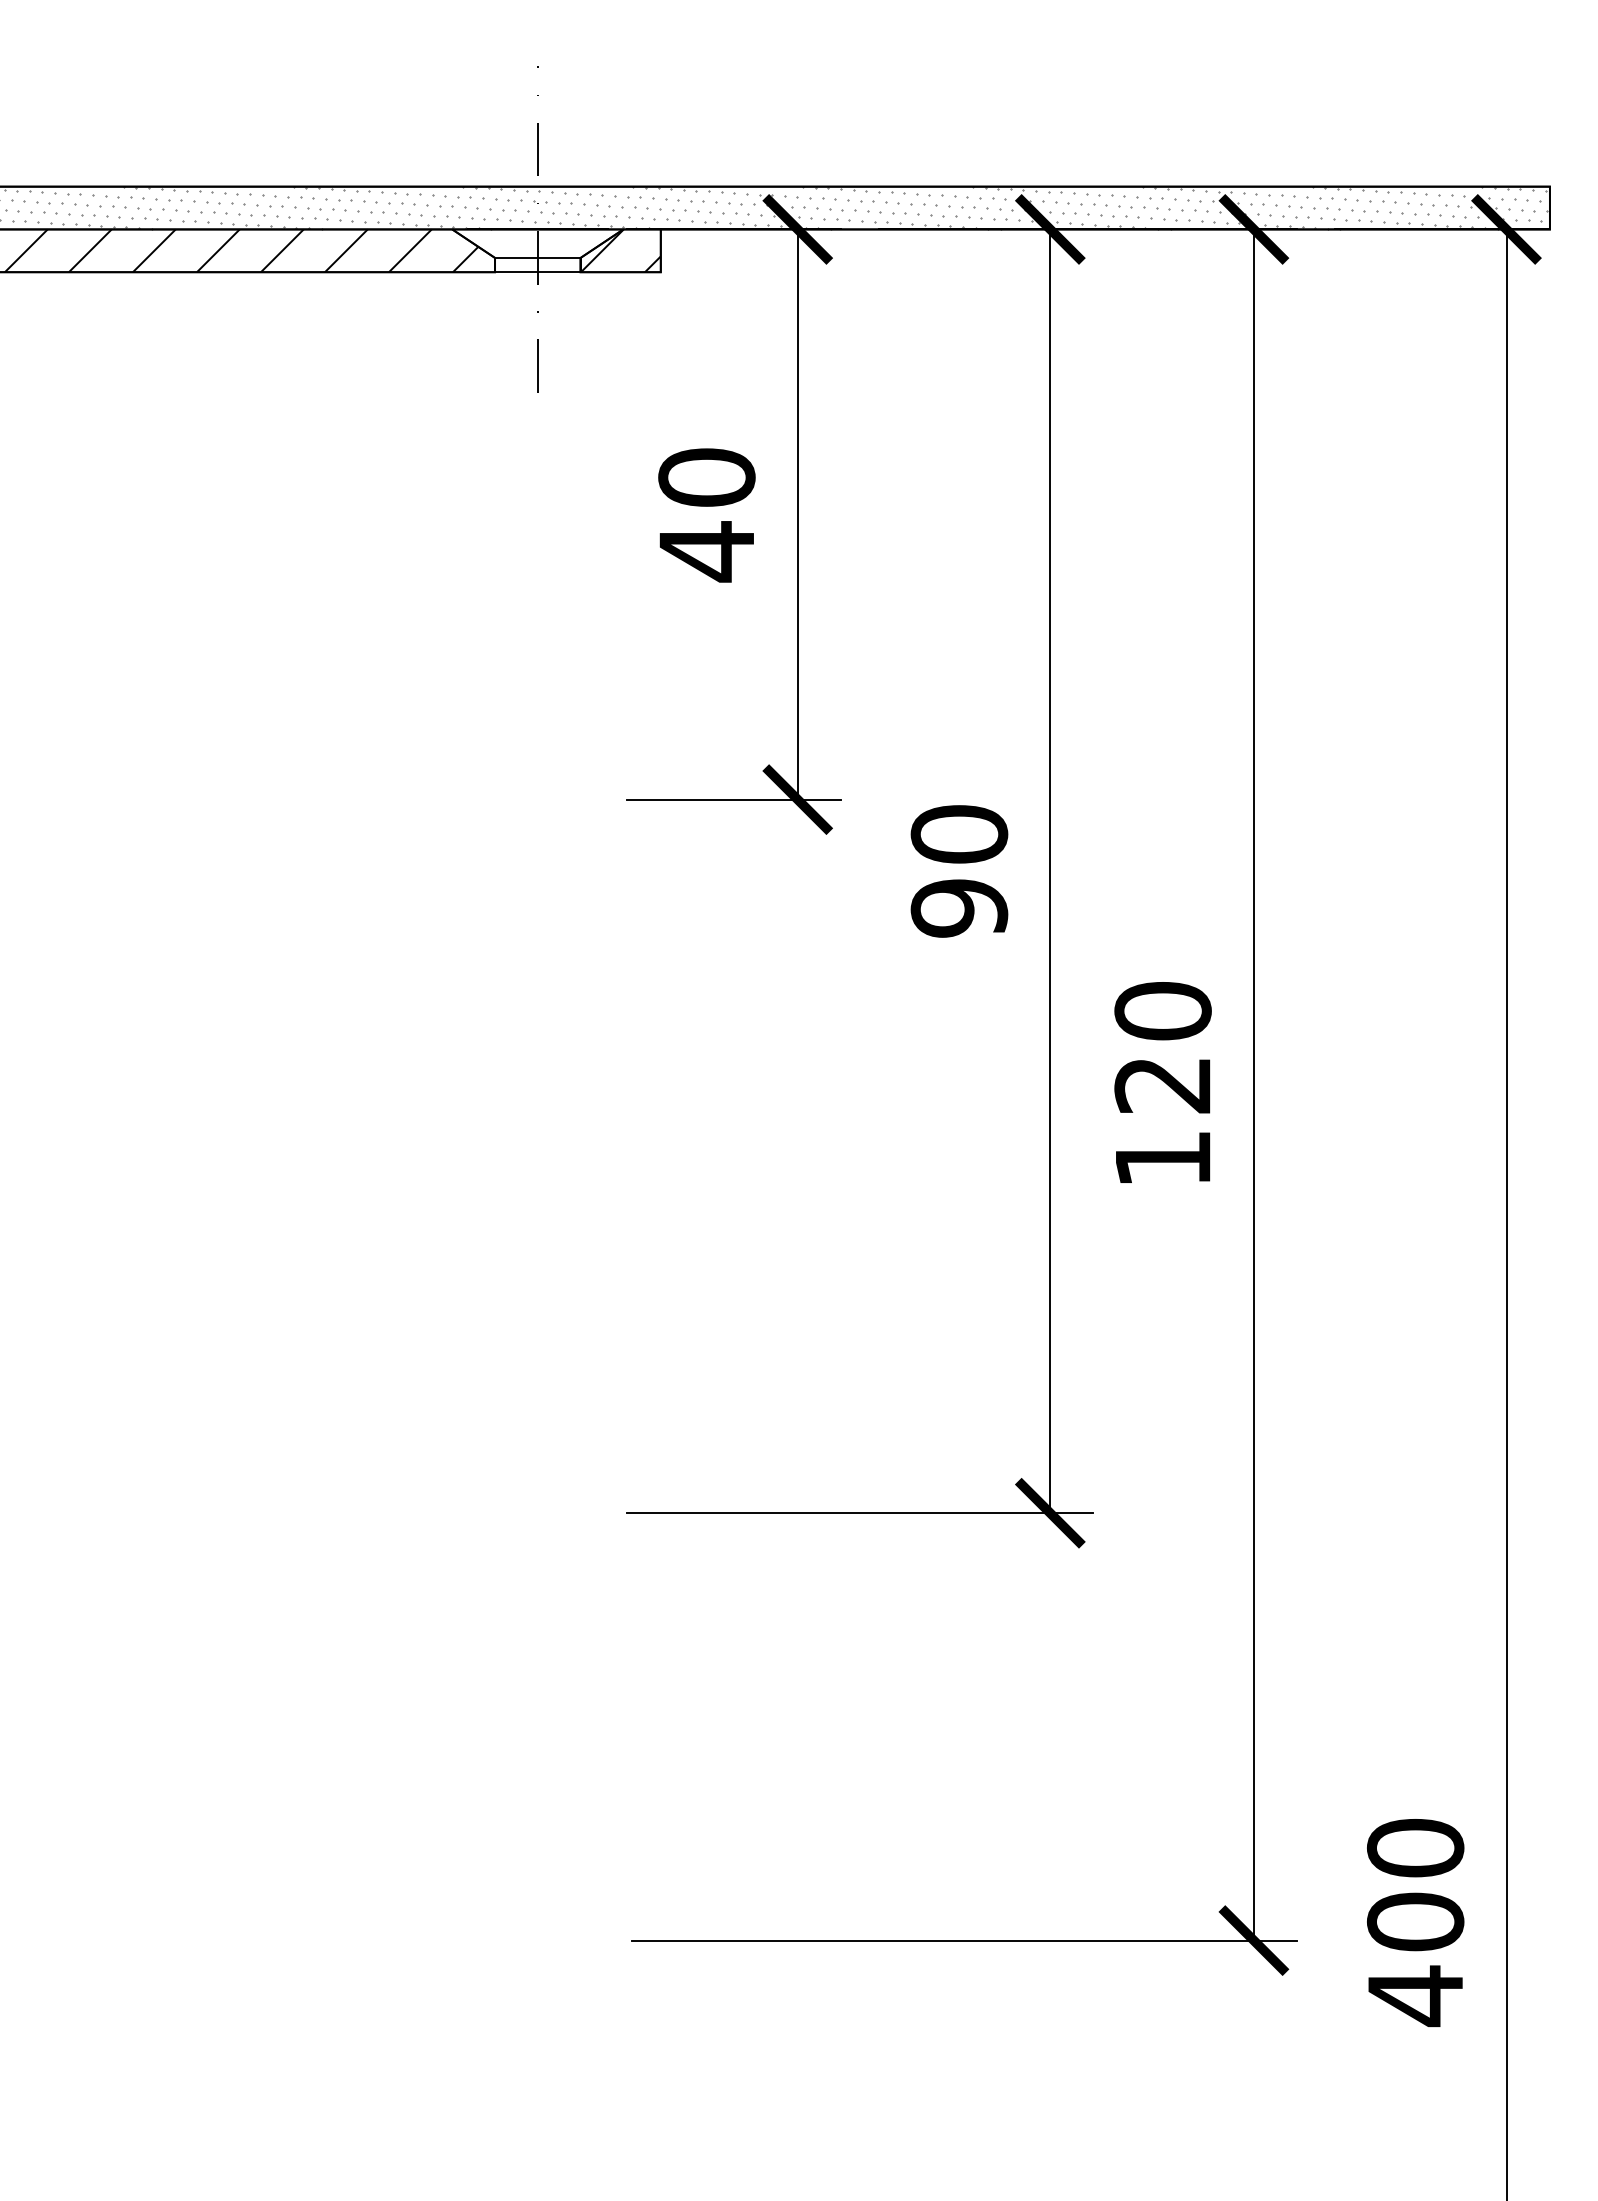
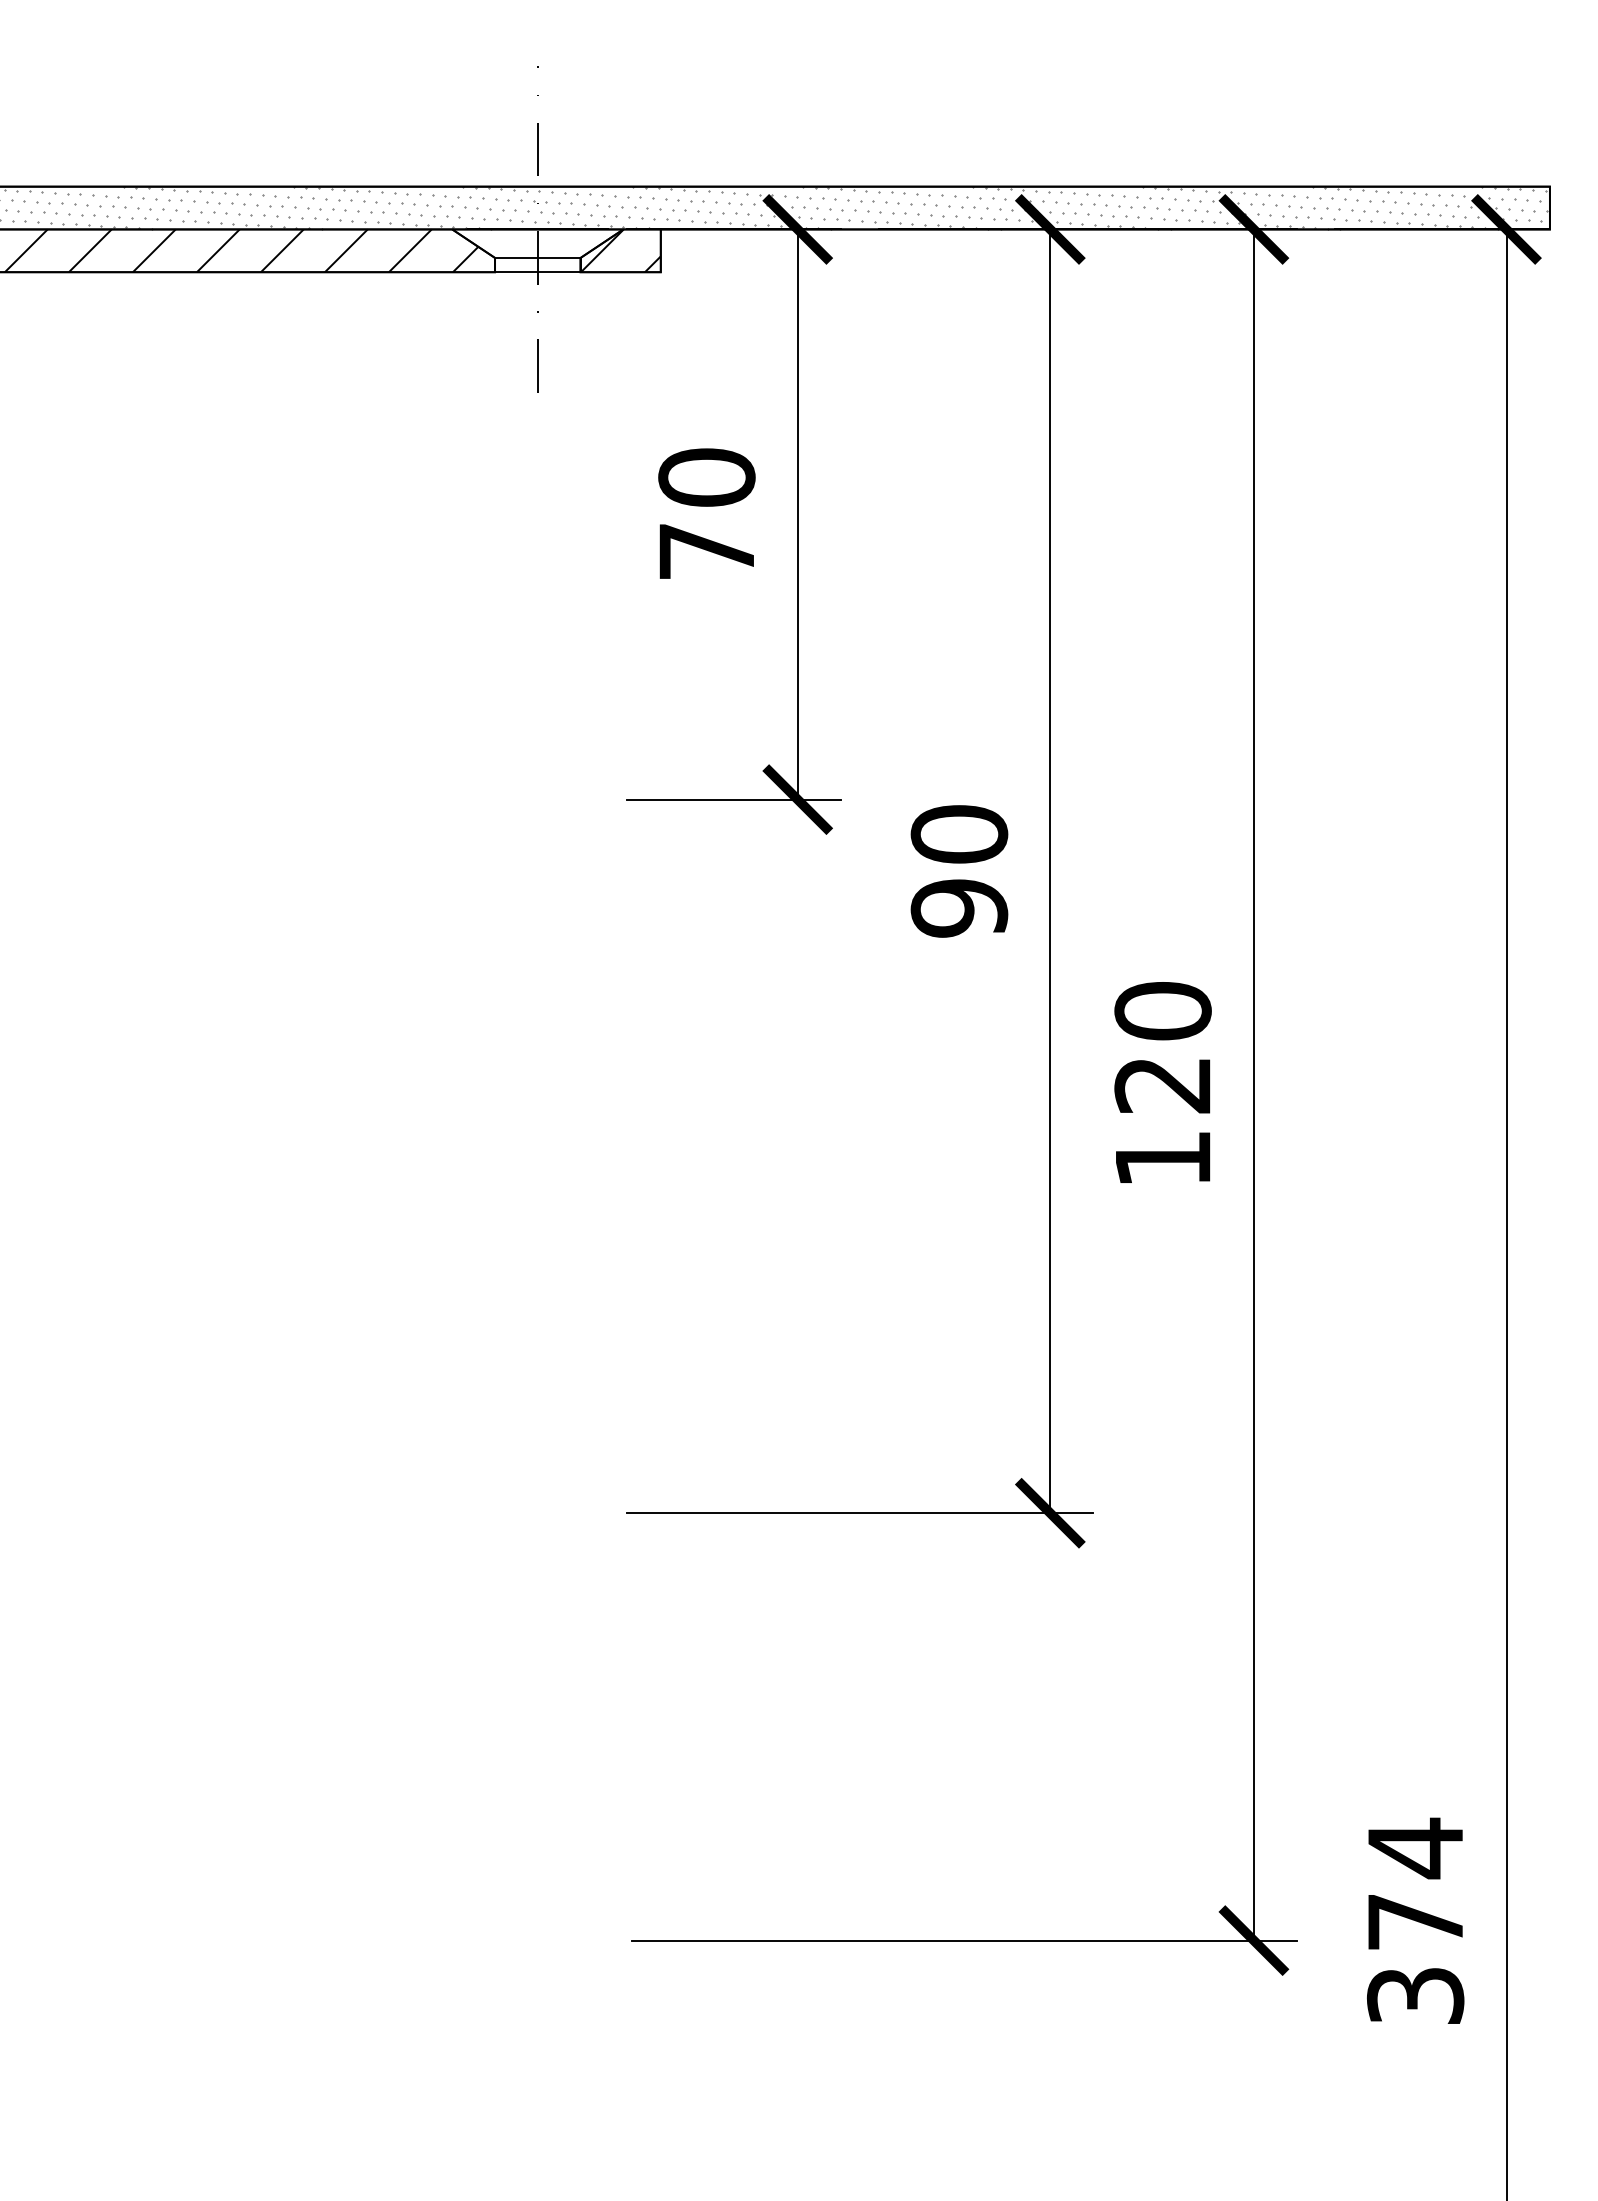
text at (706, 551): 40 -> 70
text at (1415, 1922): 400 -> 374
